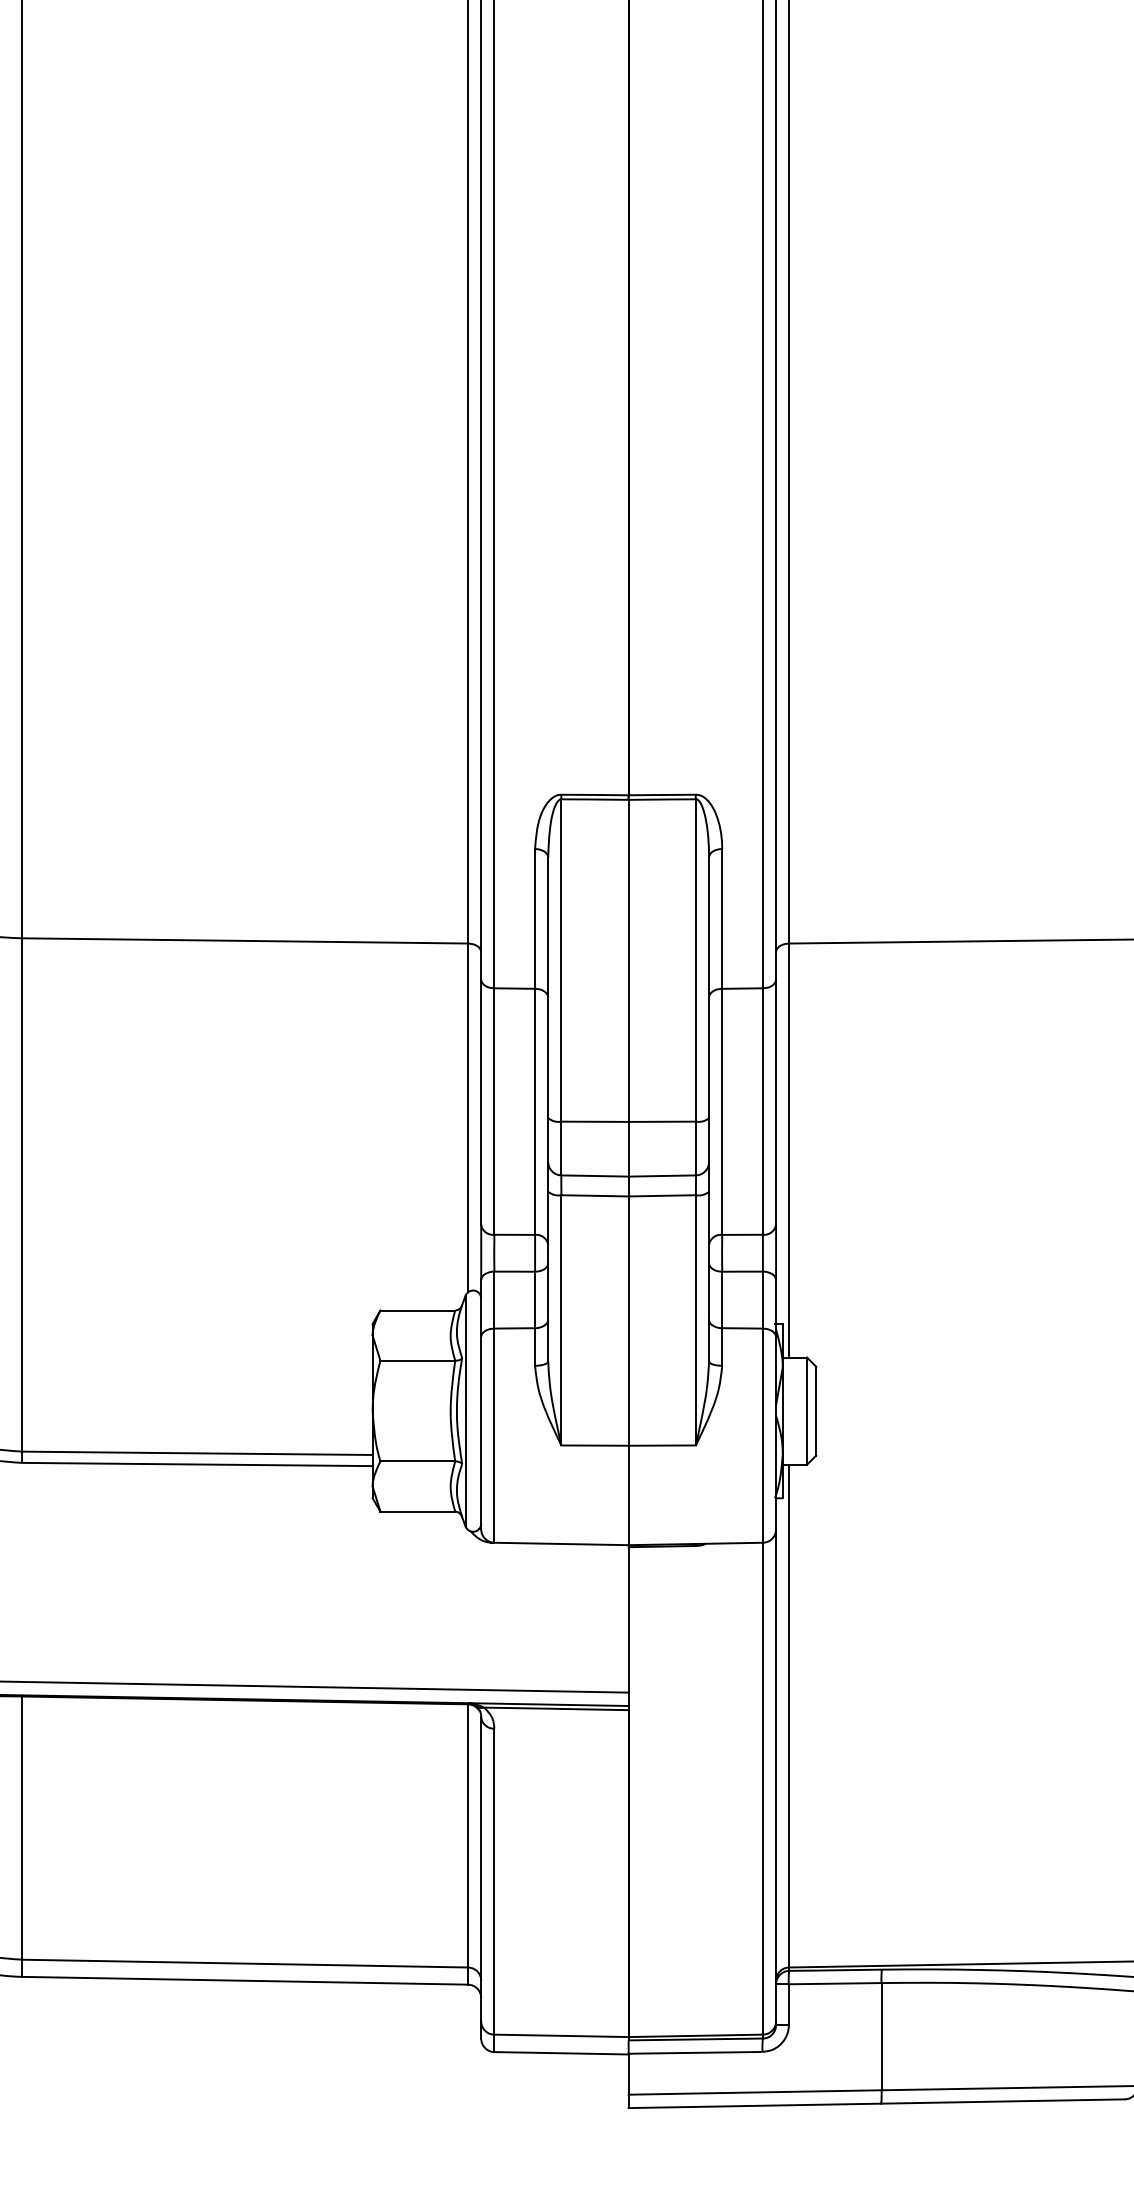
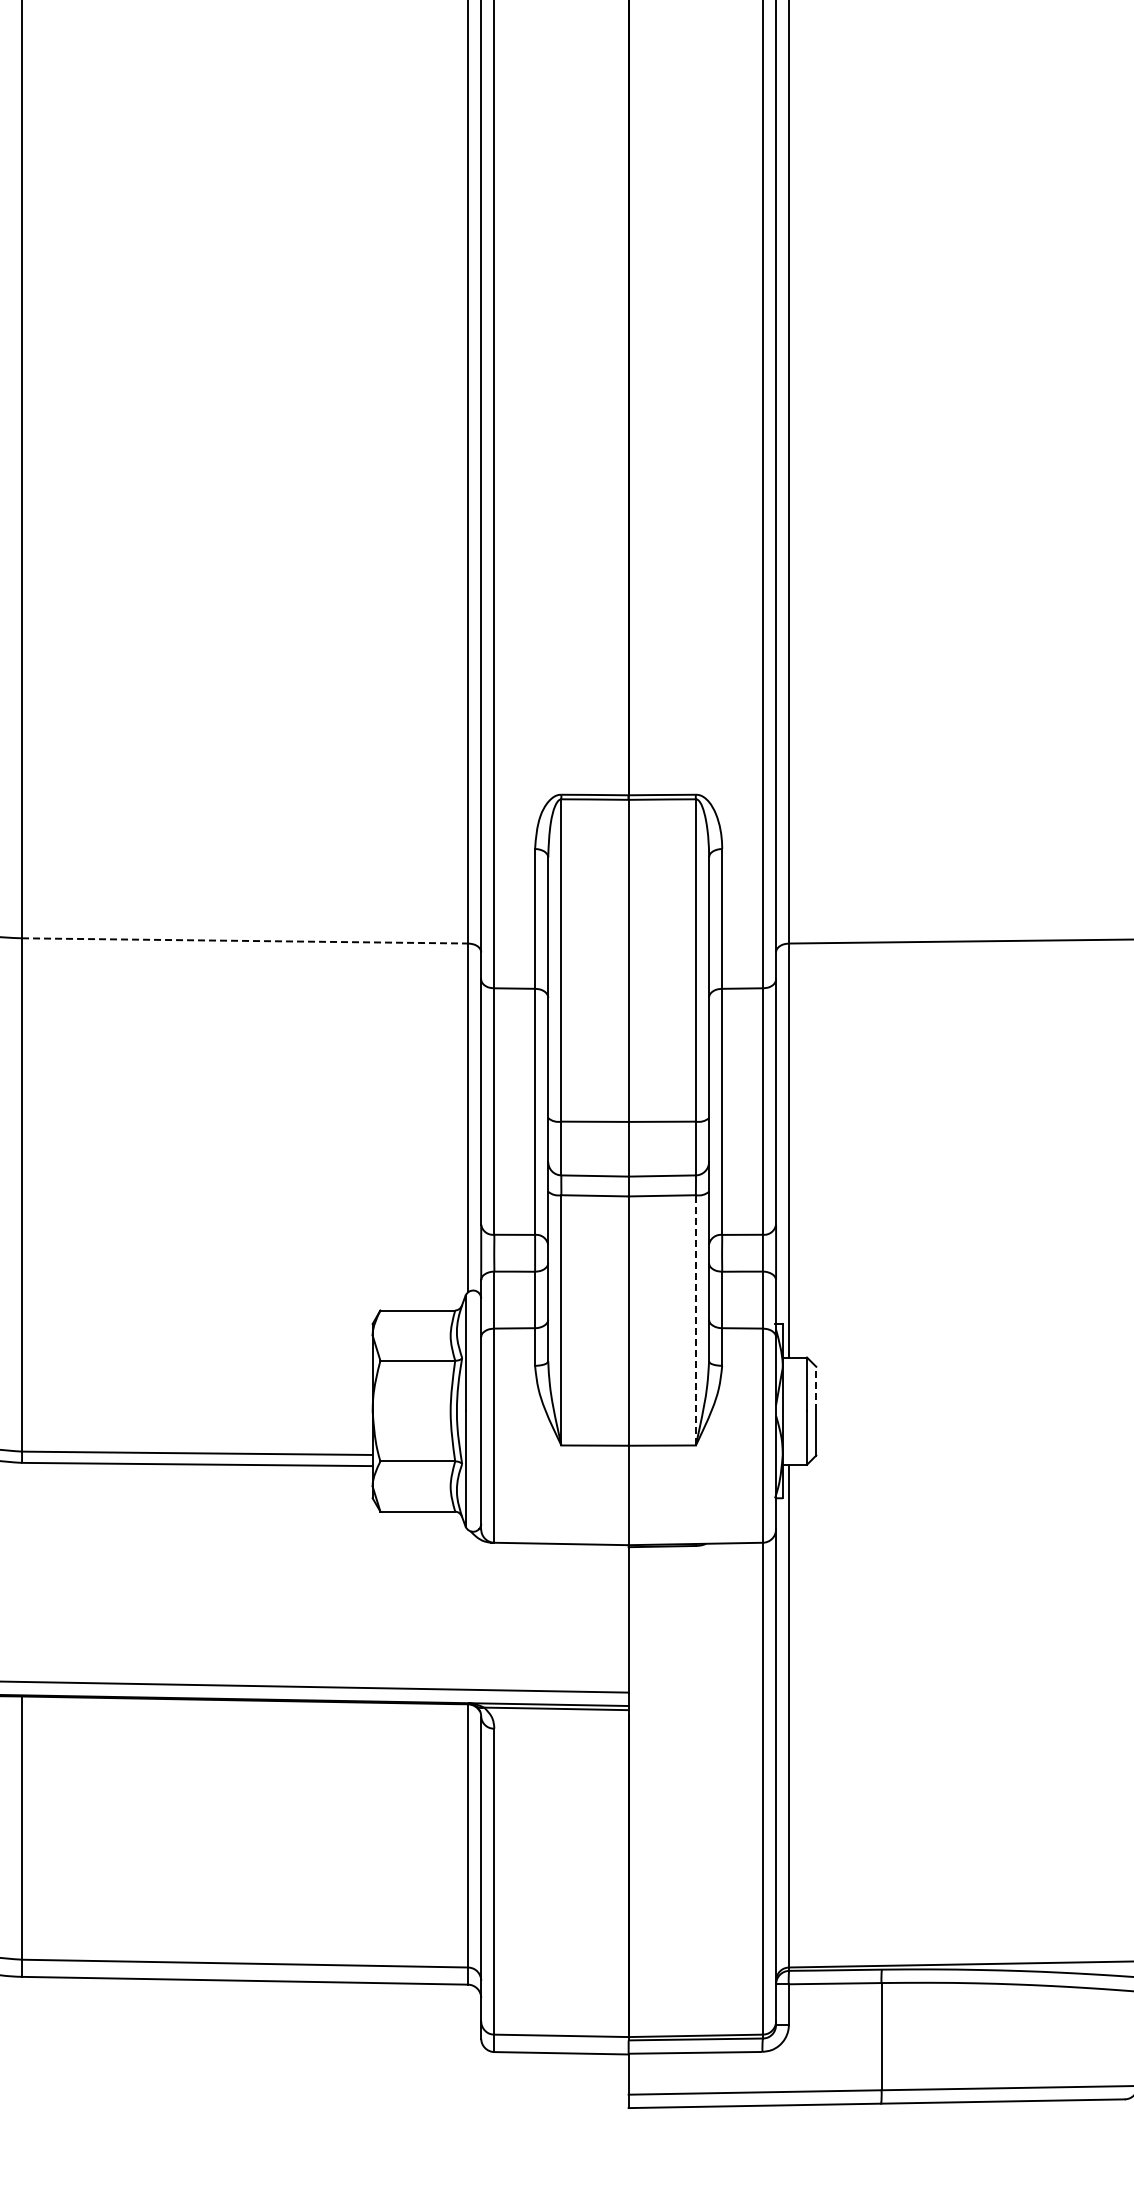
line at (245, 940): solid -> dashed
line at (695, 1319): solid -> dashed
line at (816, 1388): solid -> dashed
